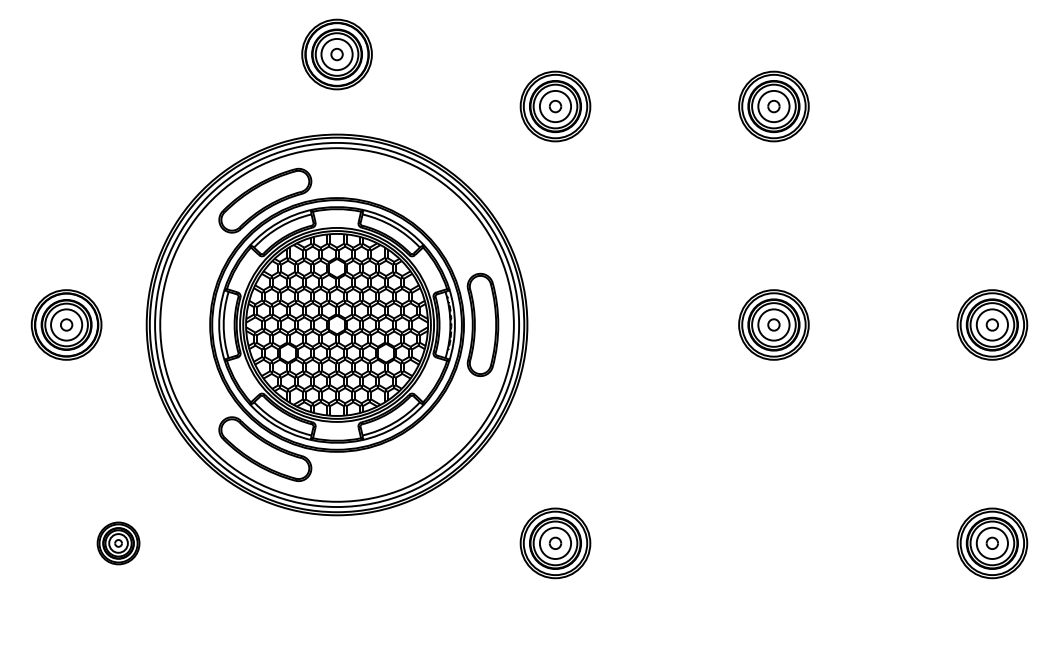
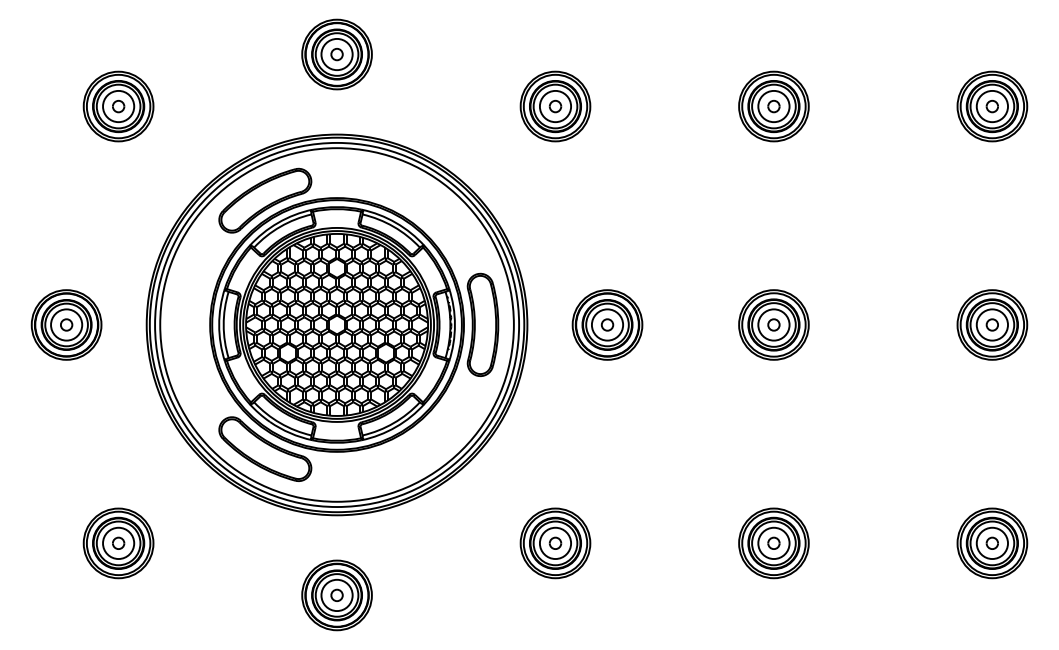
part at (118, 106): none -> present
part at (992, 106): none -> present
part at (607, 324): none -> present
part at (118, 543) size: 45x45 px -> 73x73 px
part at (773, 543): none -> present
part at (336, 595): none -> present
